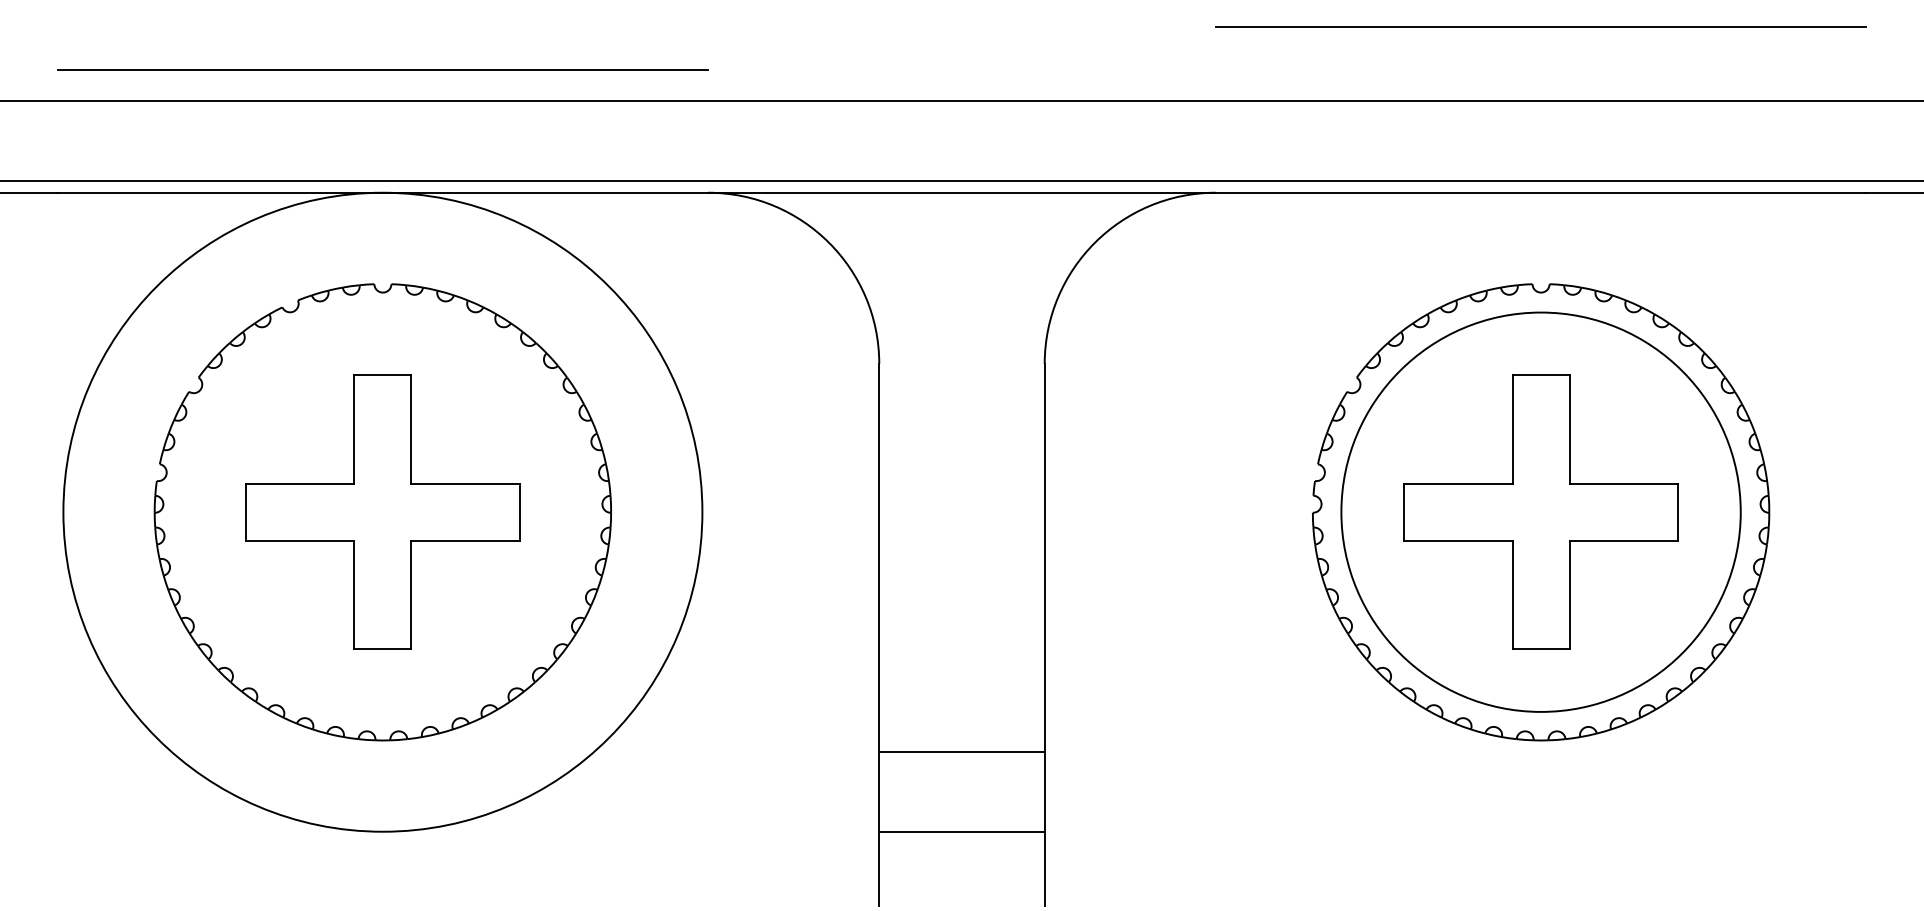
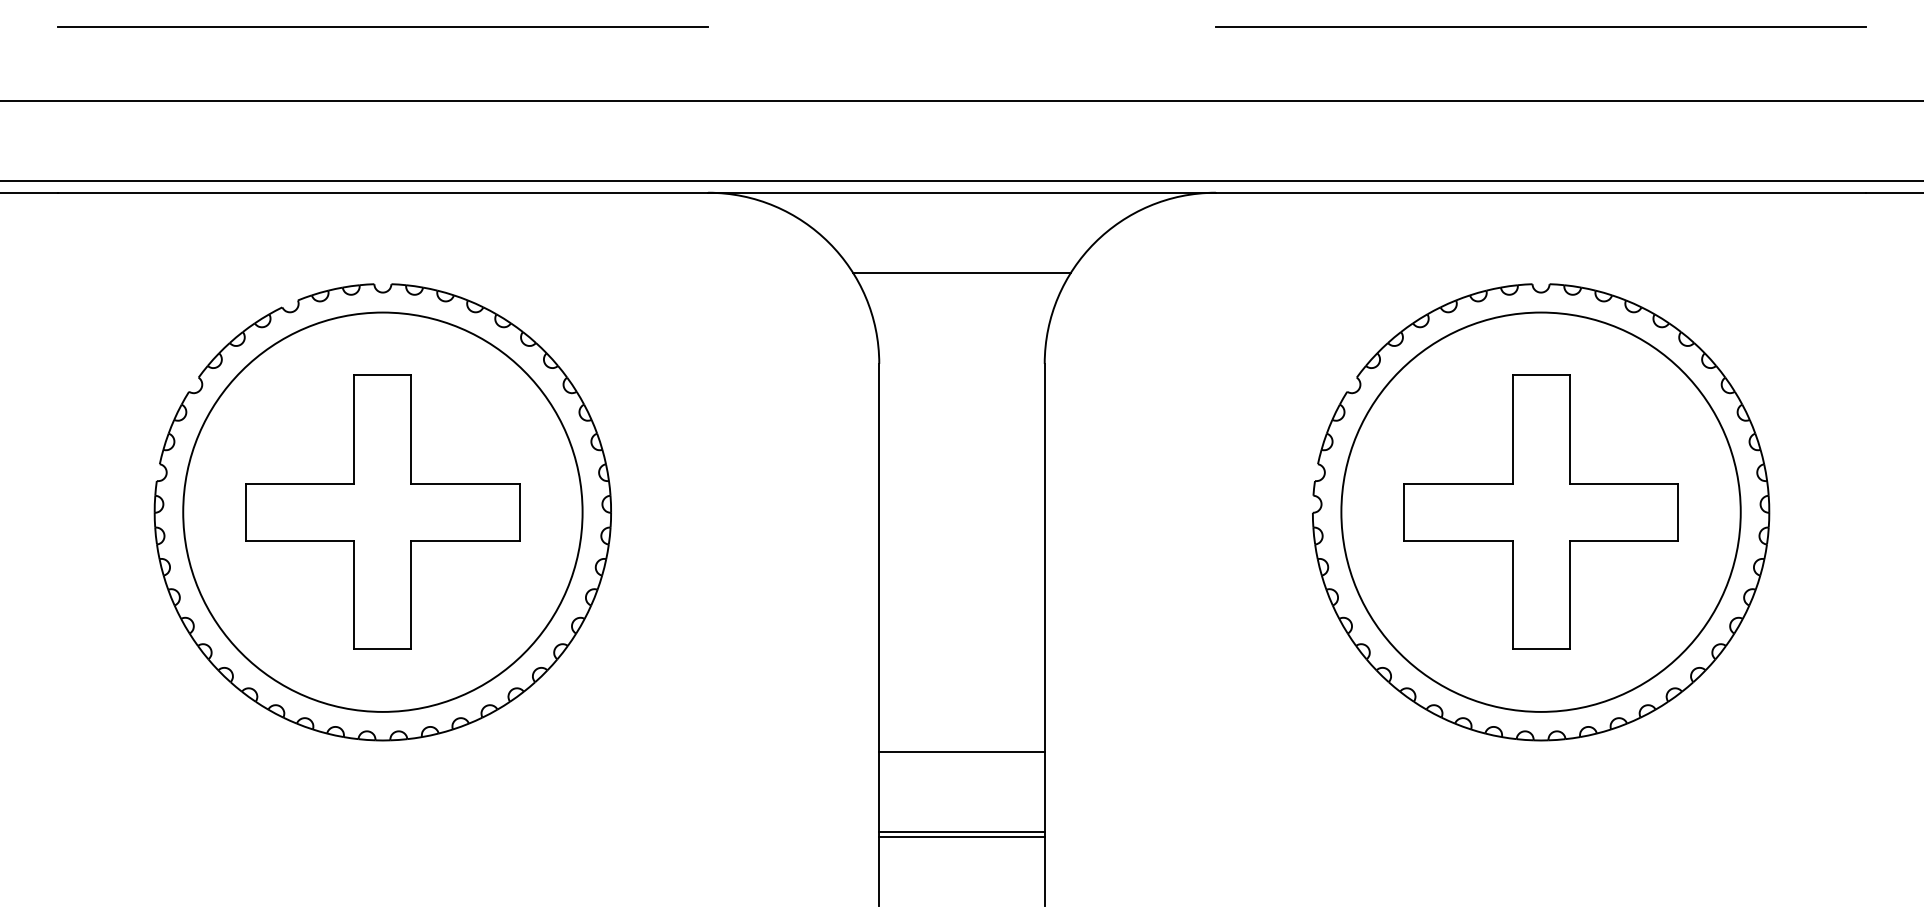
line at (382, 69) position: (382, 69) -> (382, 26)
line at (961, 272): none -> present
circle at (382, 511) diameter: 639 px -> 399 px
line at (961, 837): none -> present
